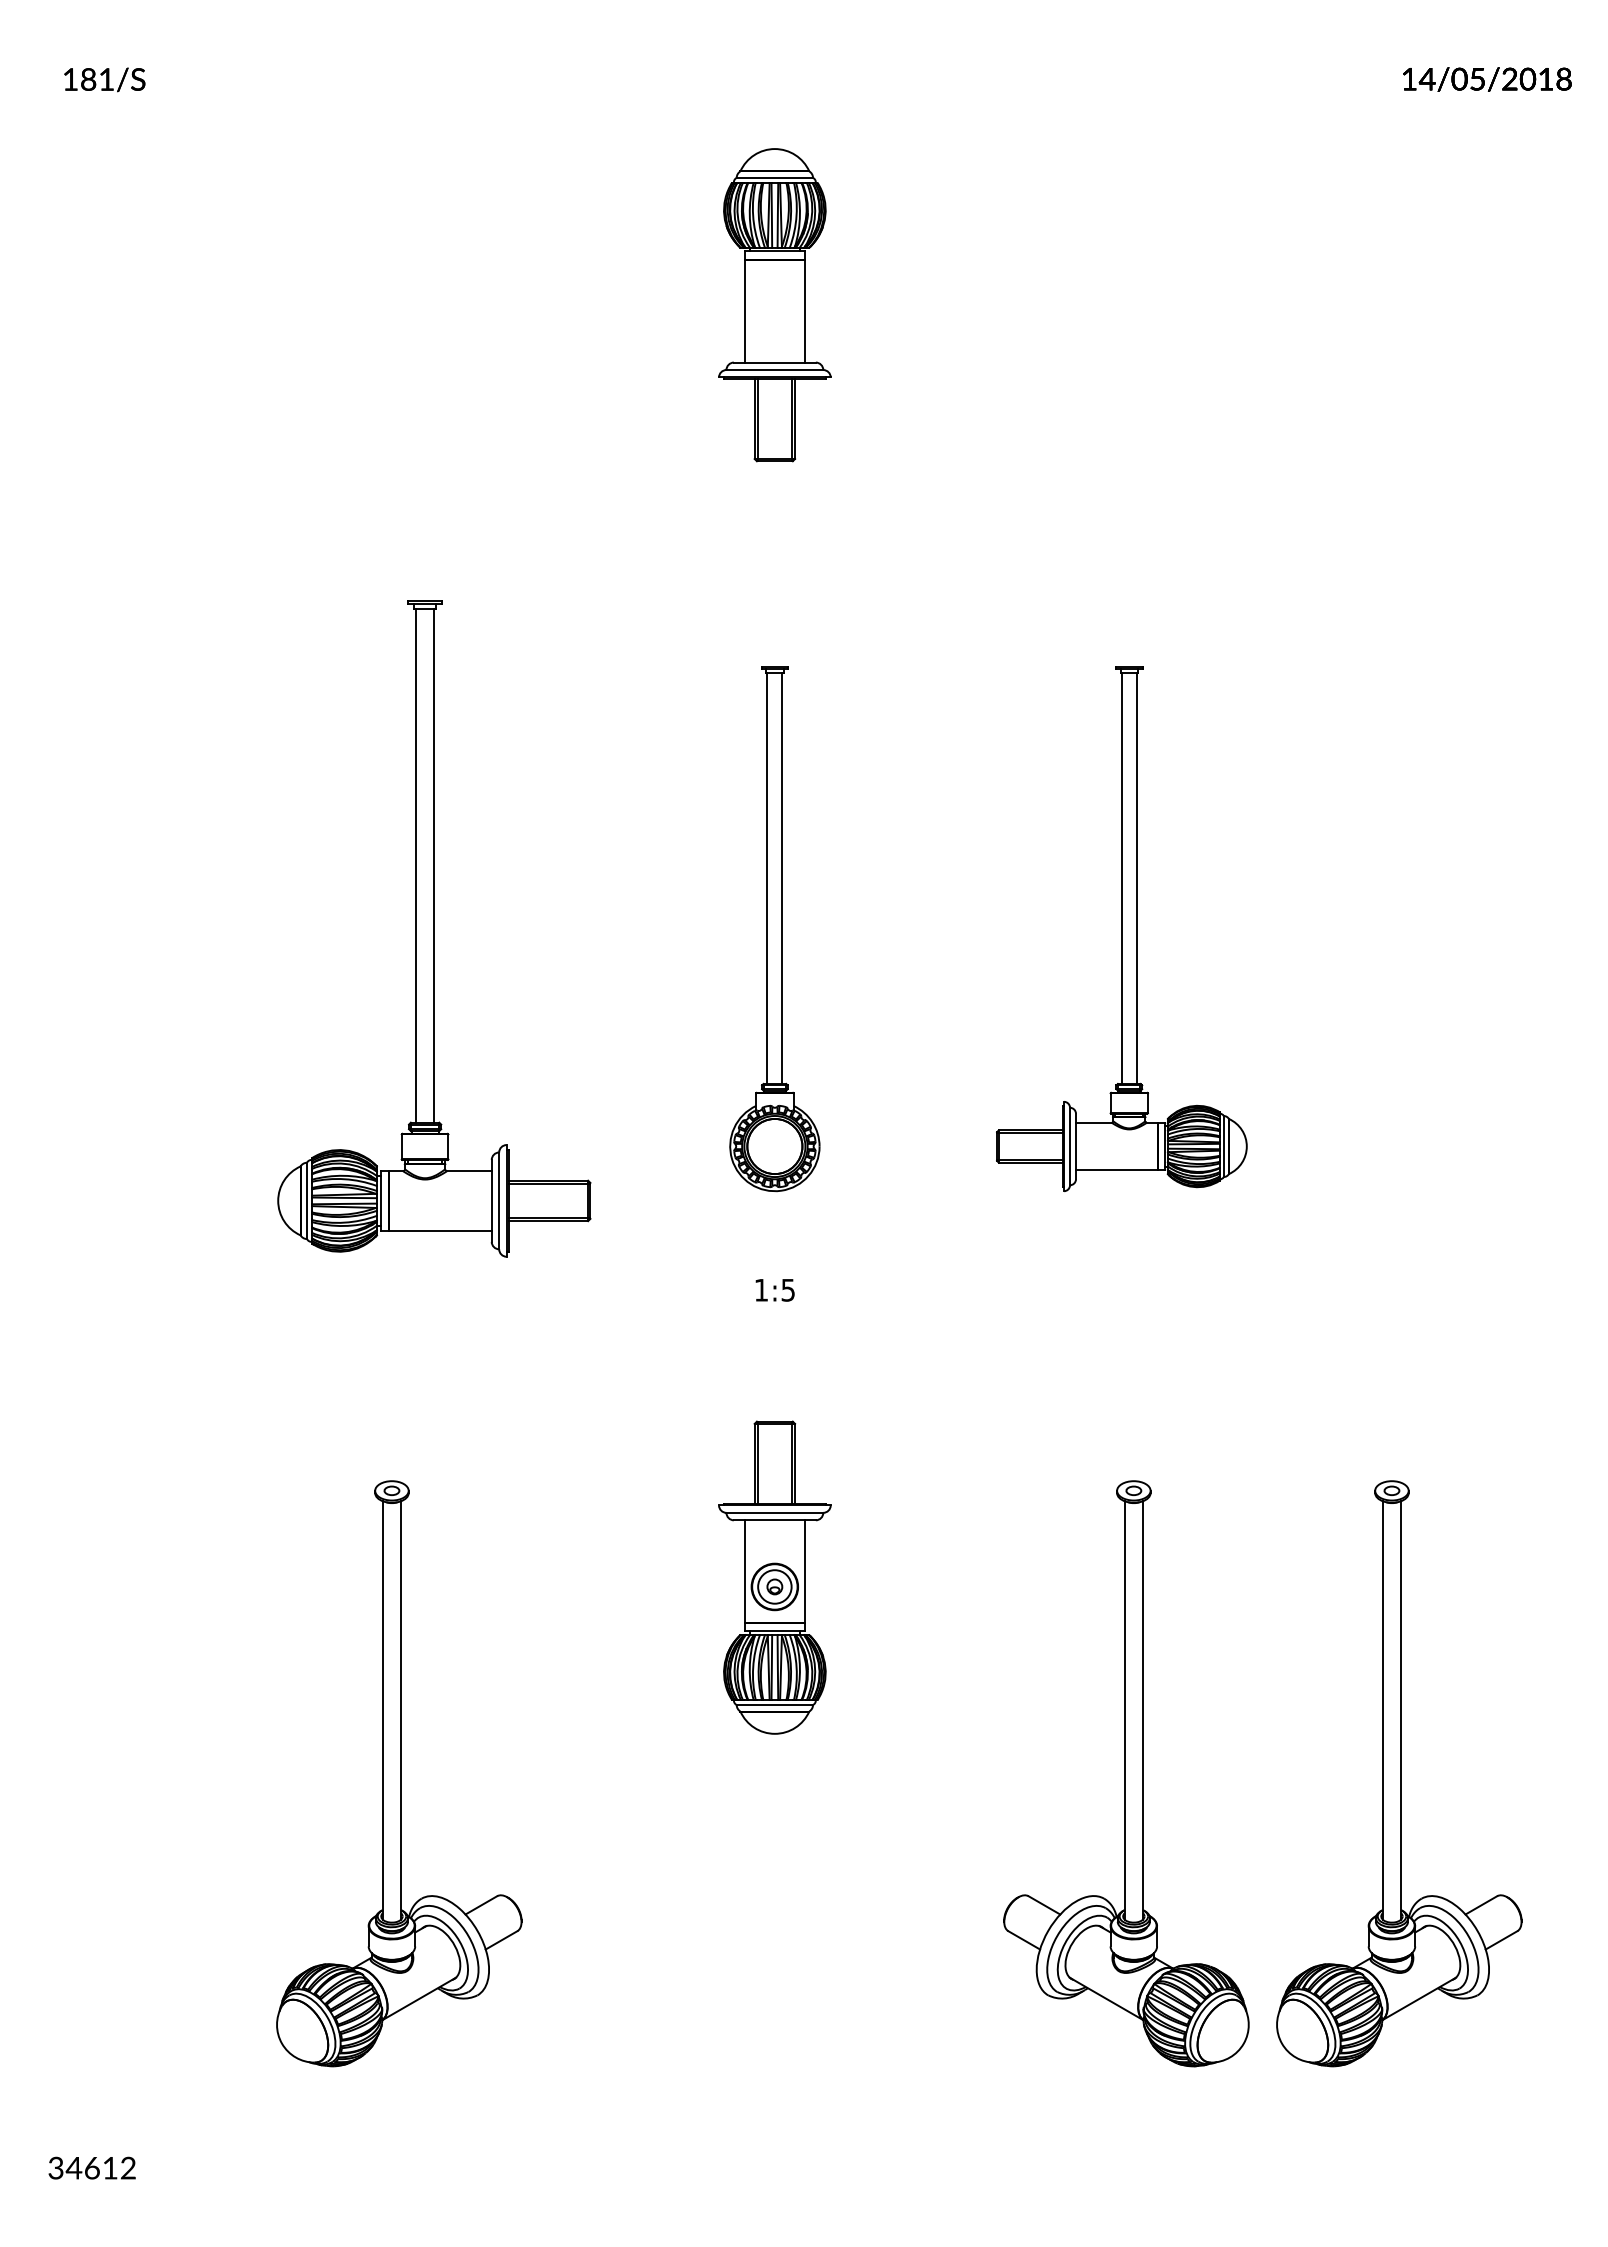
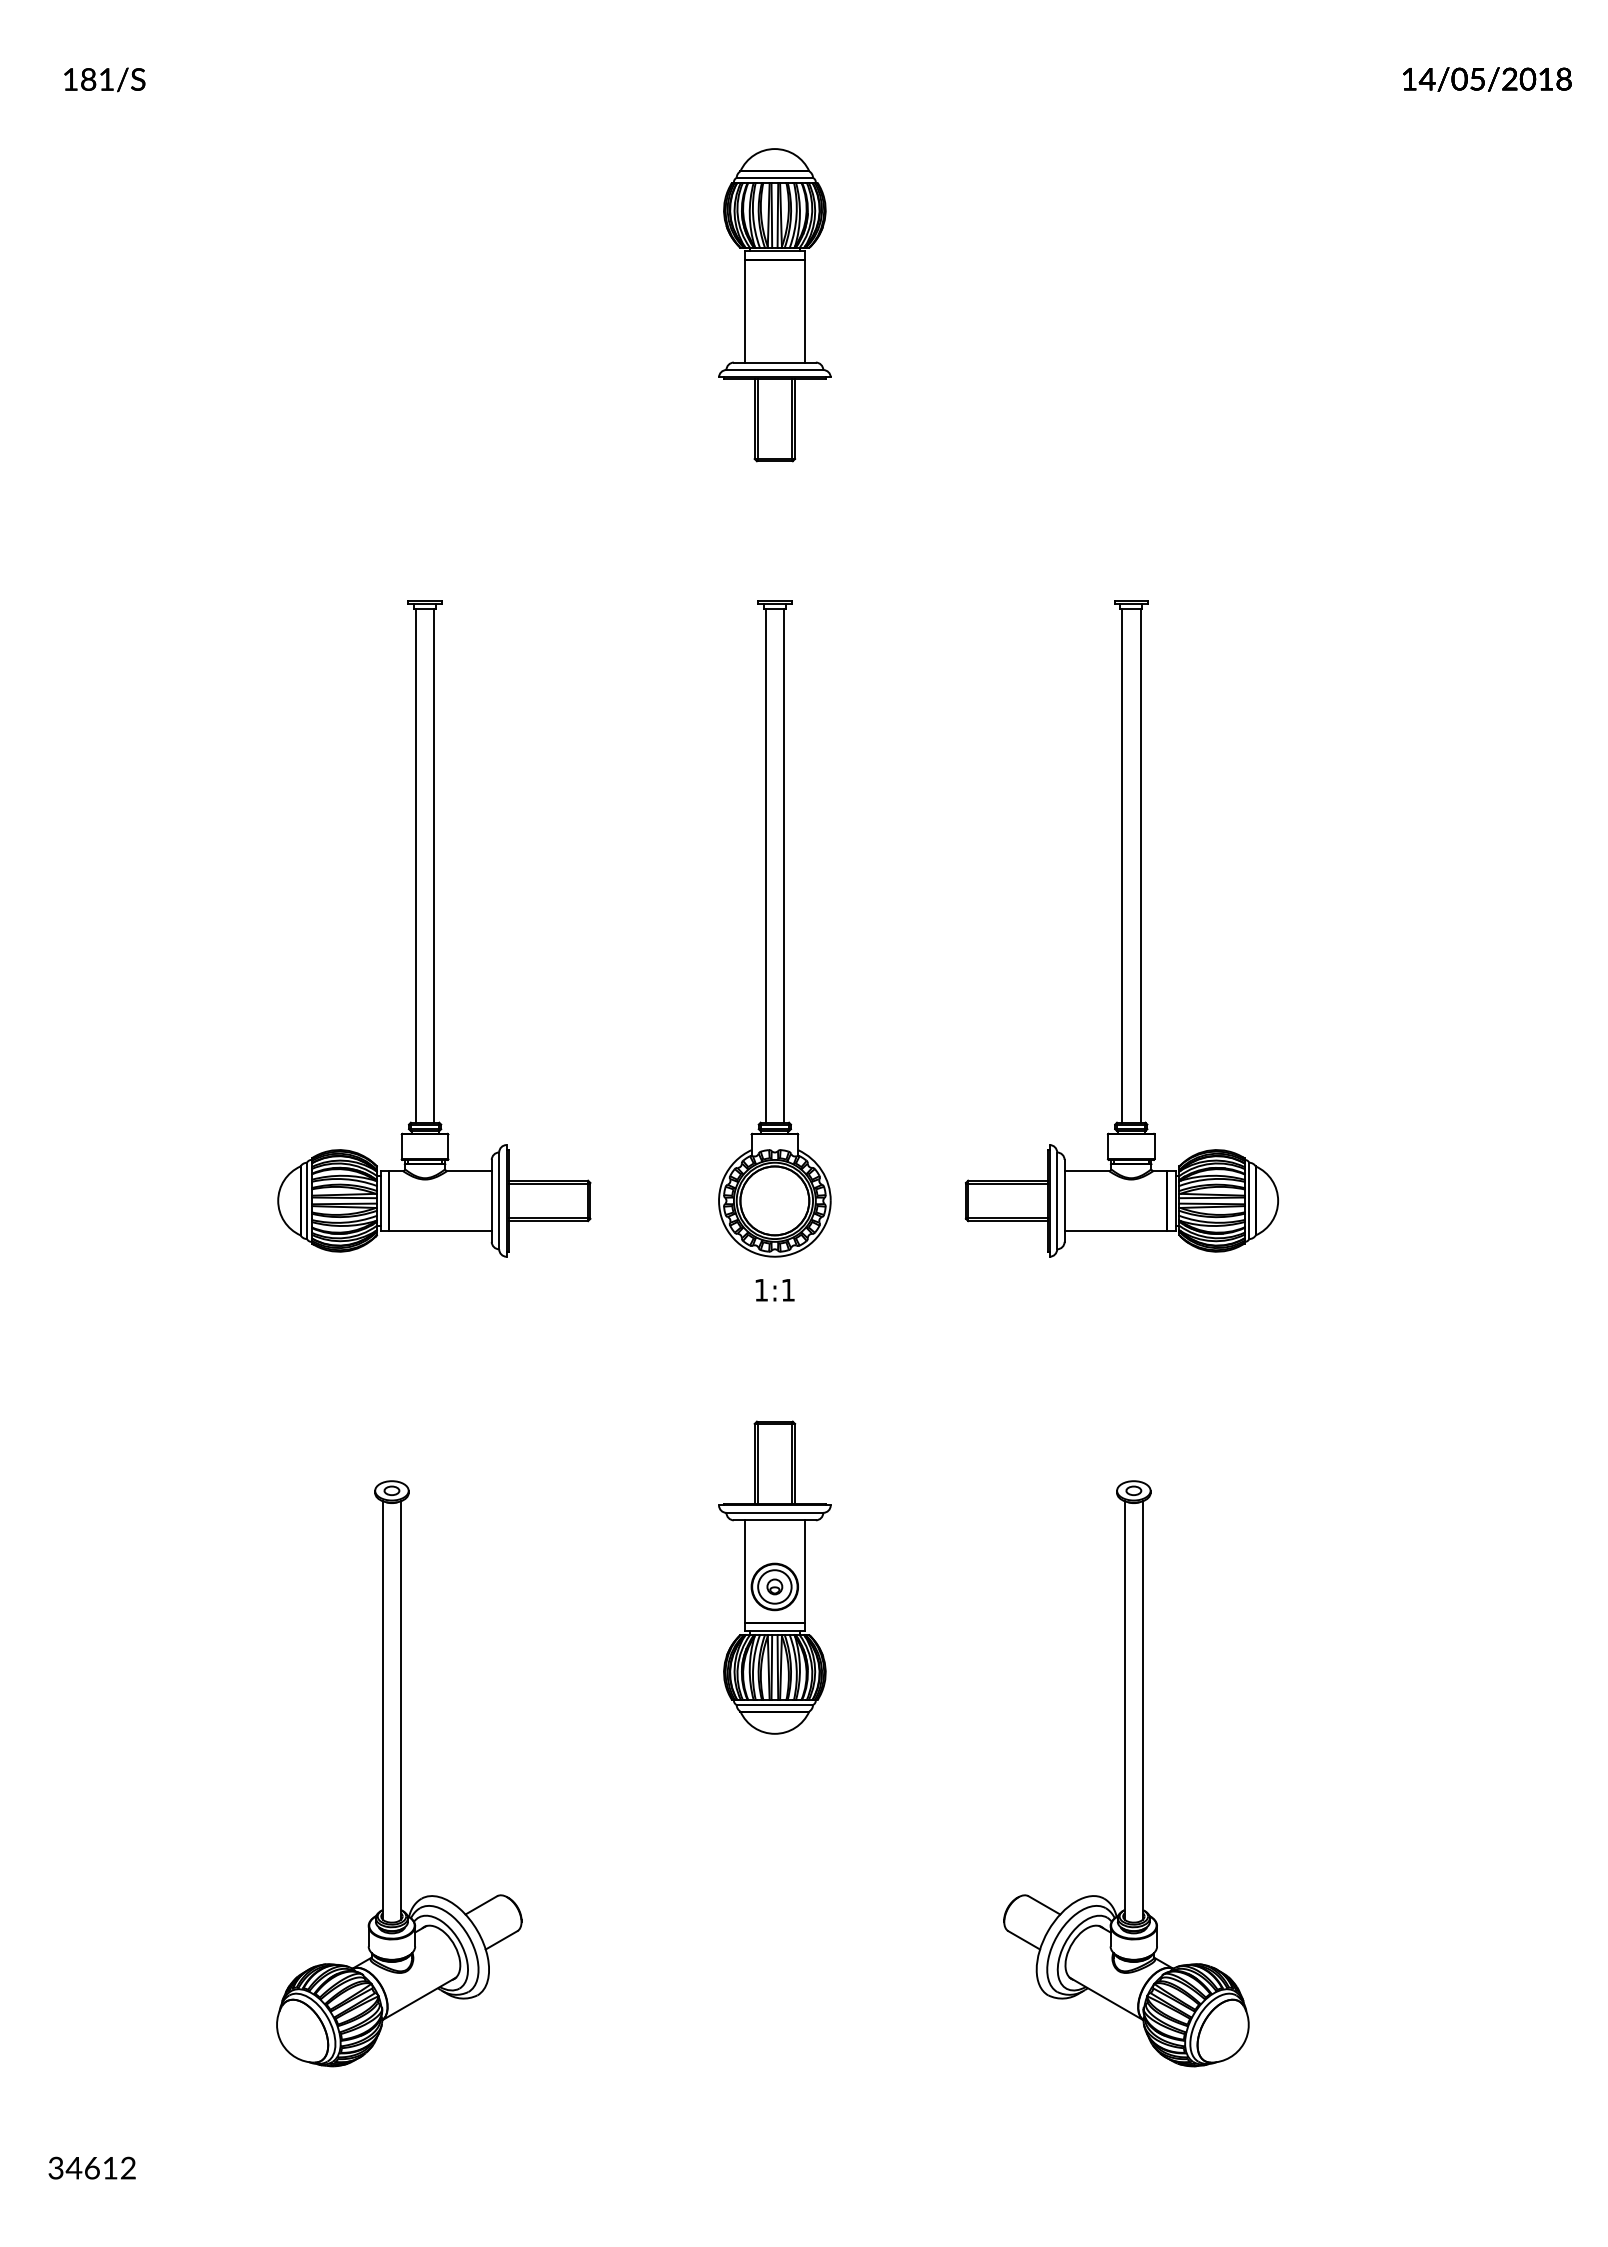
part at (1121, 928) size: 252x526 px -> 315x658 px
part at (774, 929) size: 92x527 px -> 114x658 px
text at (787, 1290): 1:5 -> 1:1
part at (1399, 1773): present -> none
